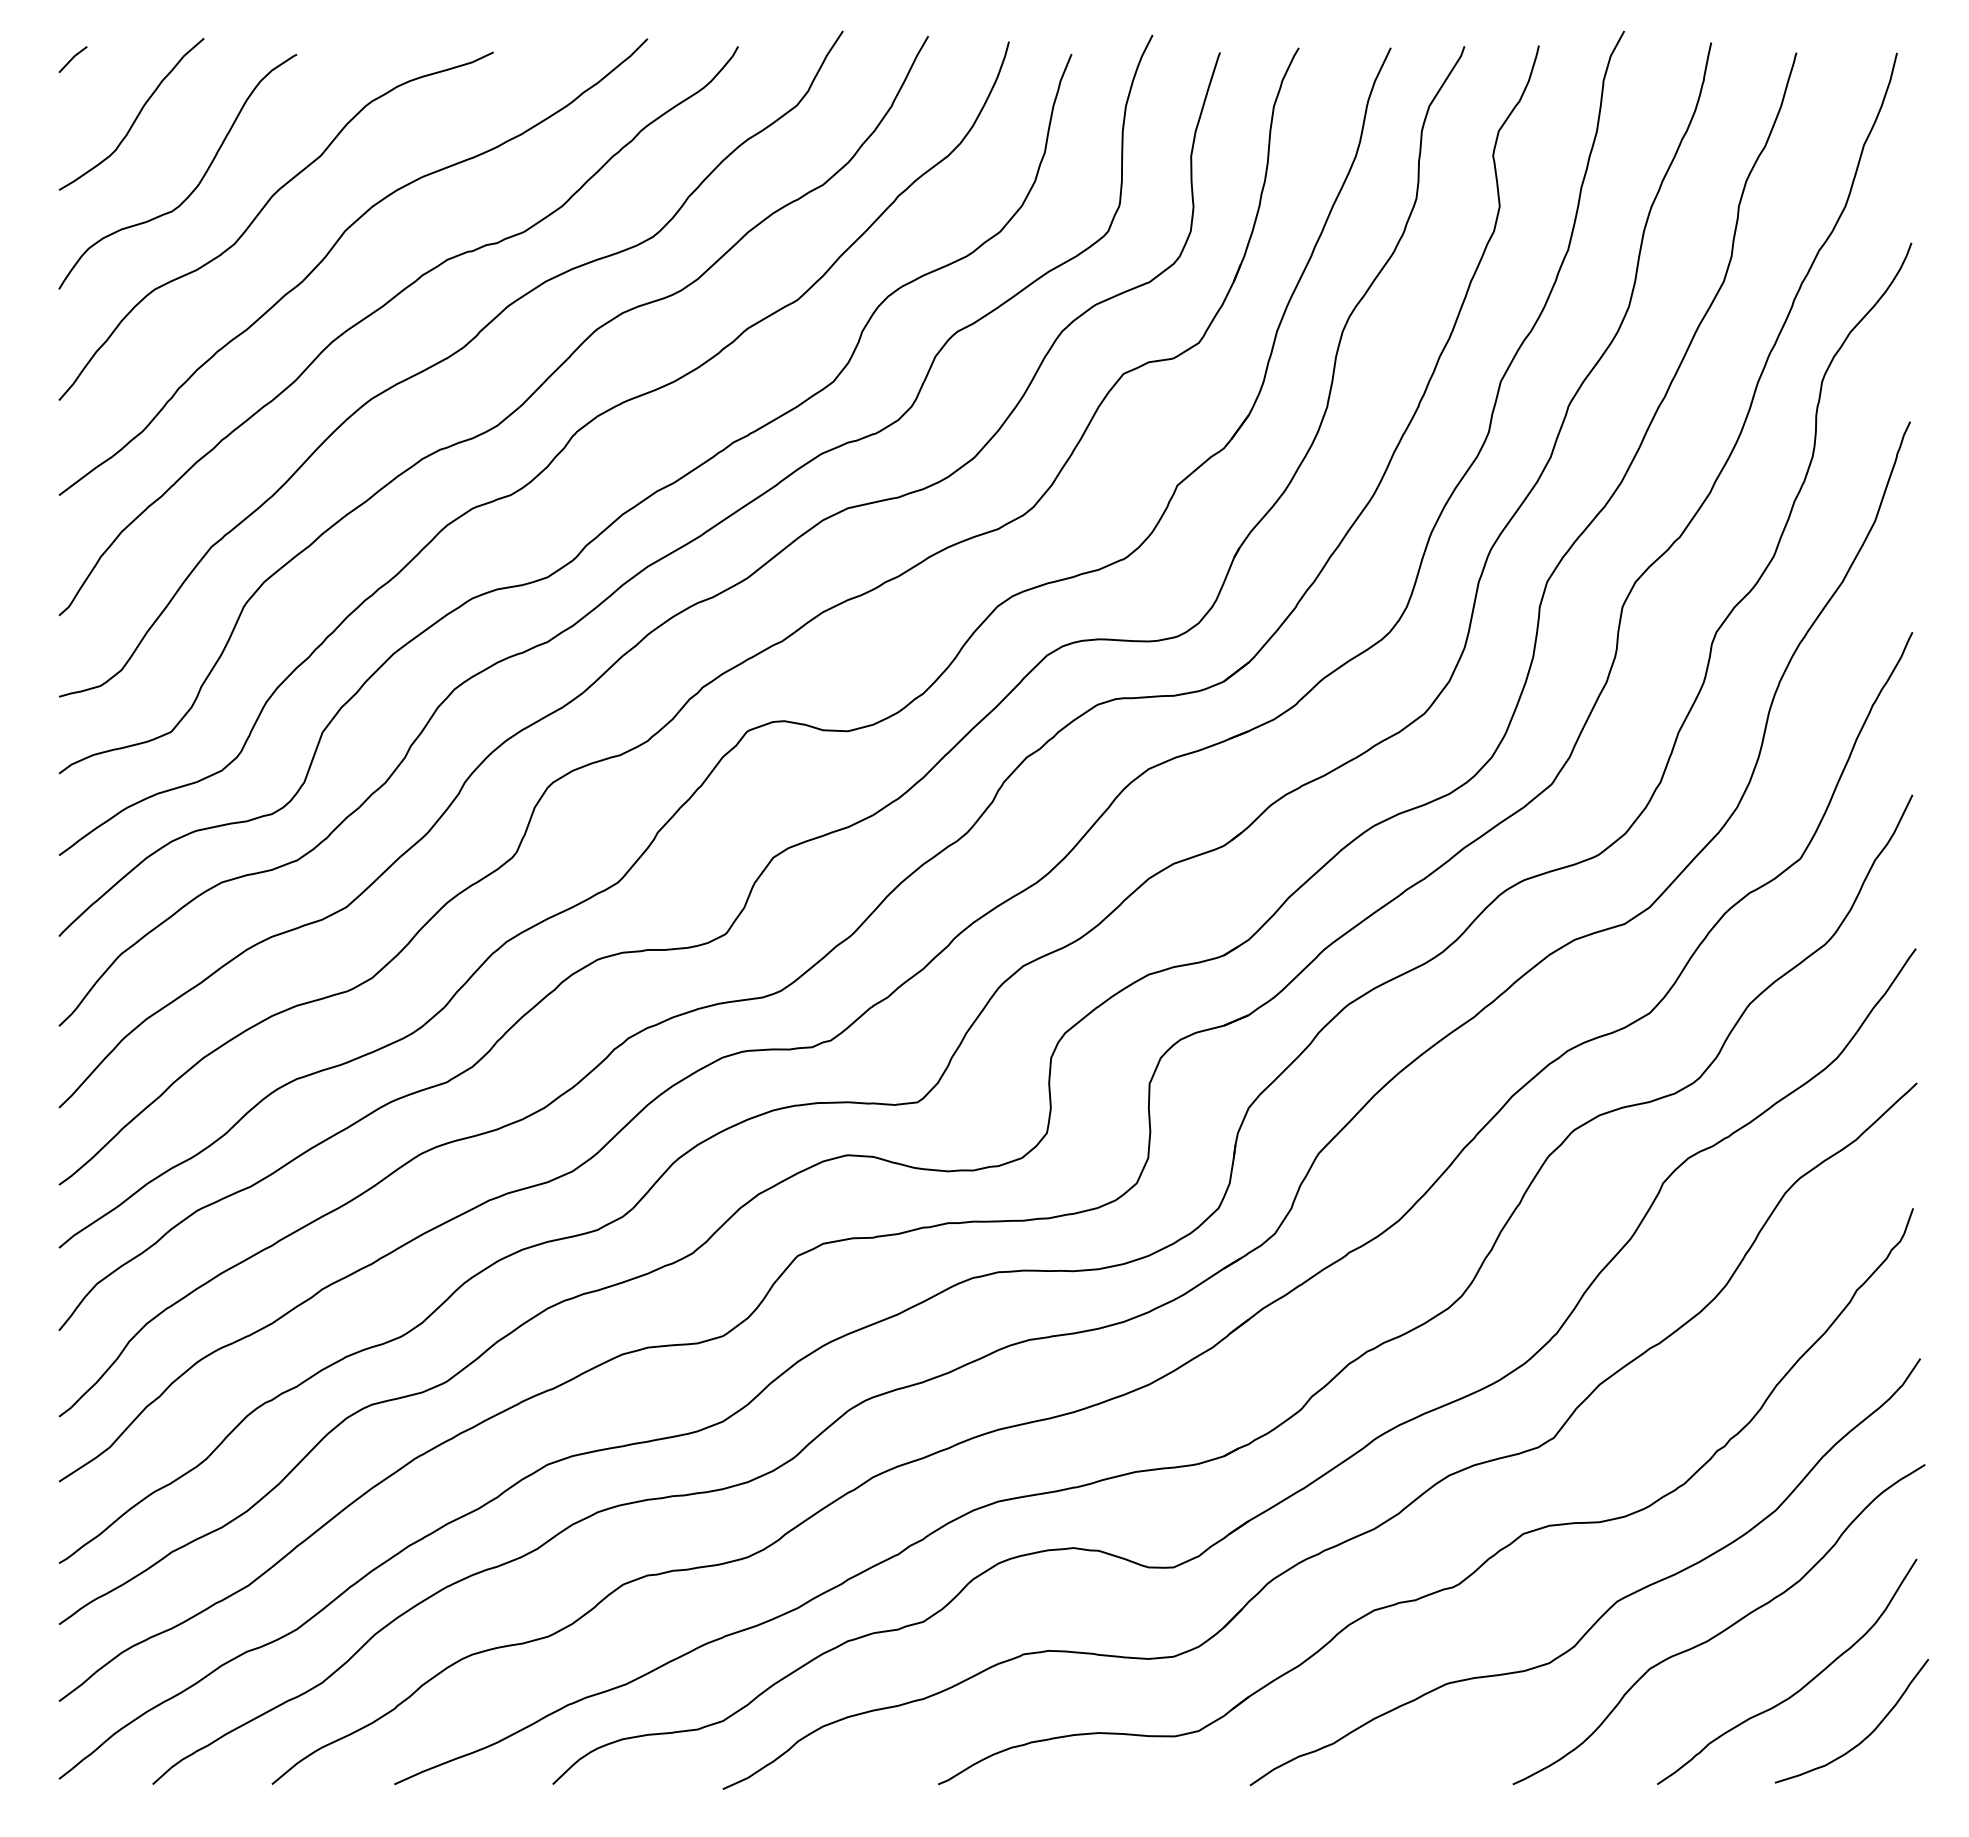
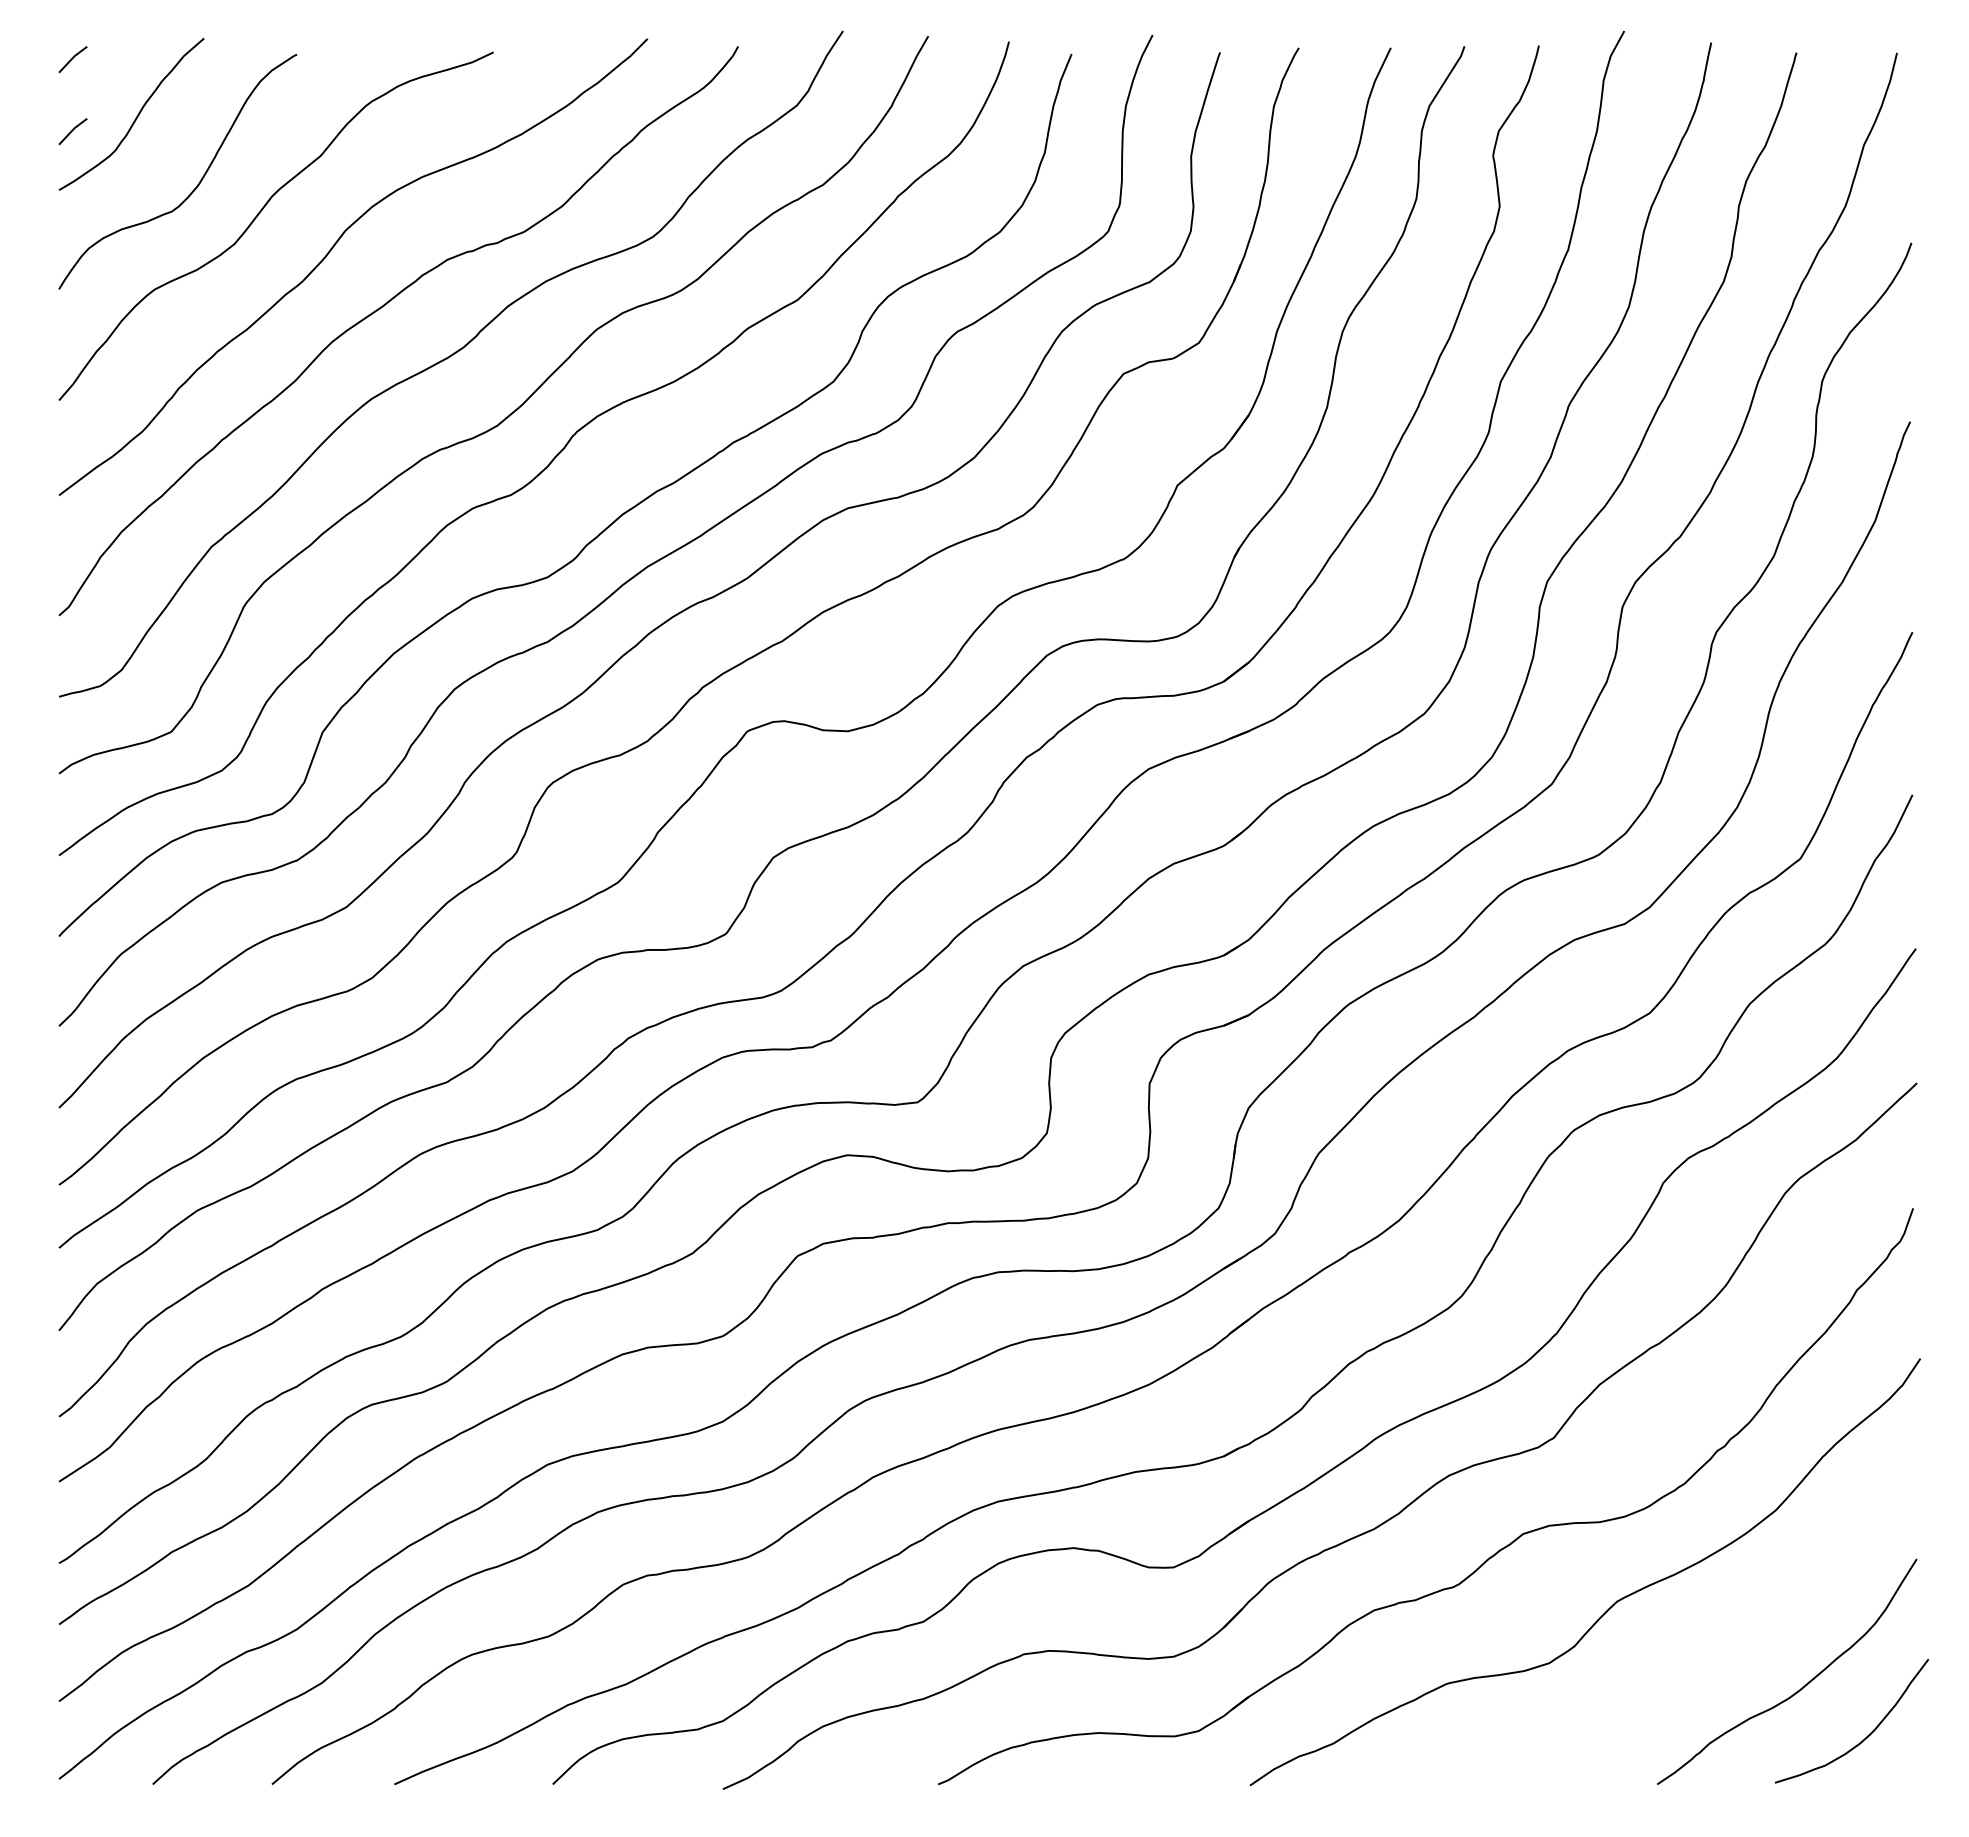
line at (72, 131): none -> present
curve at (1722, 1630): present -> none
